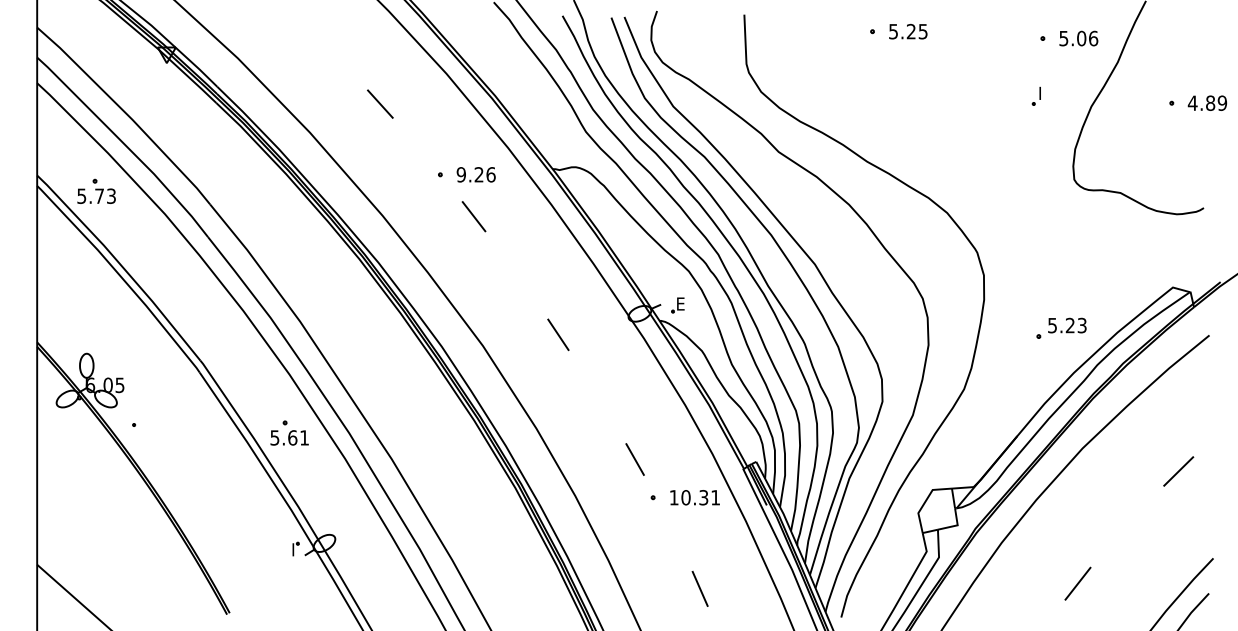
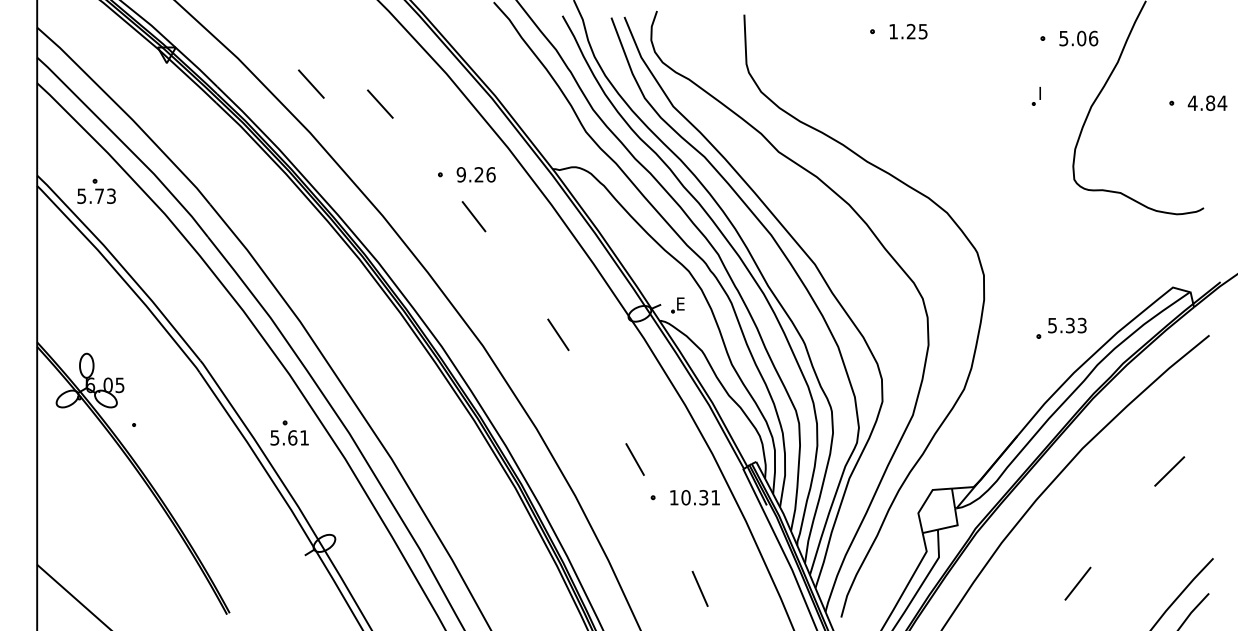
text at (893, 31): 5.25 -> 1.25
line at (311, 83): none -> present
text at (1222, 102): 4.89 -> 4.84
text at (1070, 325): 5.23 -> 5.33
line at (1178, 471) position: (1178, 471) -> (1169, 471)
part at (295, 548): present -> none
